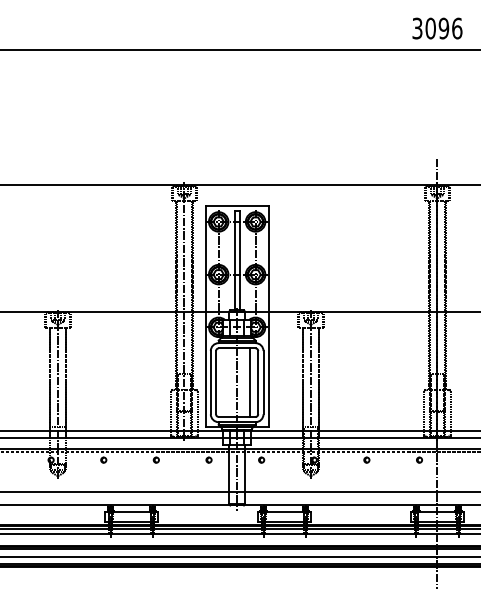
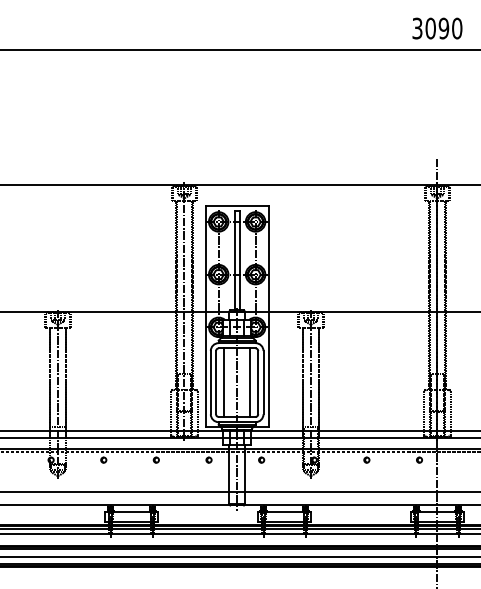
text at (457, 28): 3096 -> 3090
line at (223, 382): none -> present
